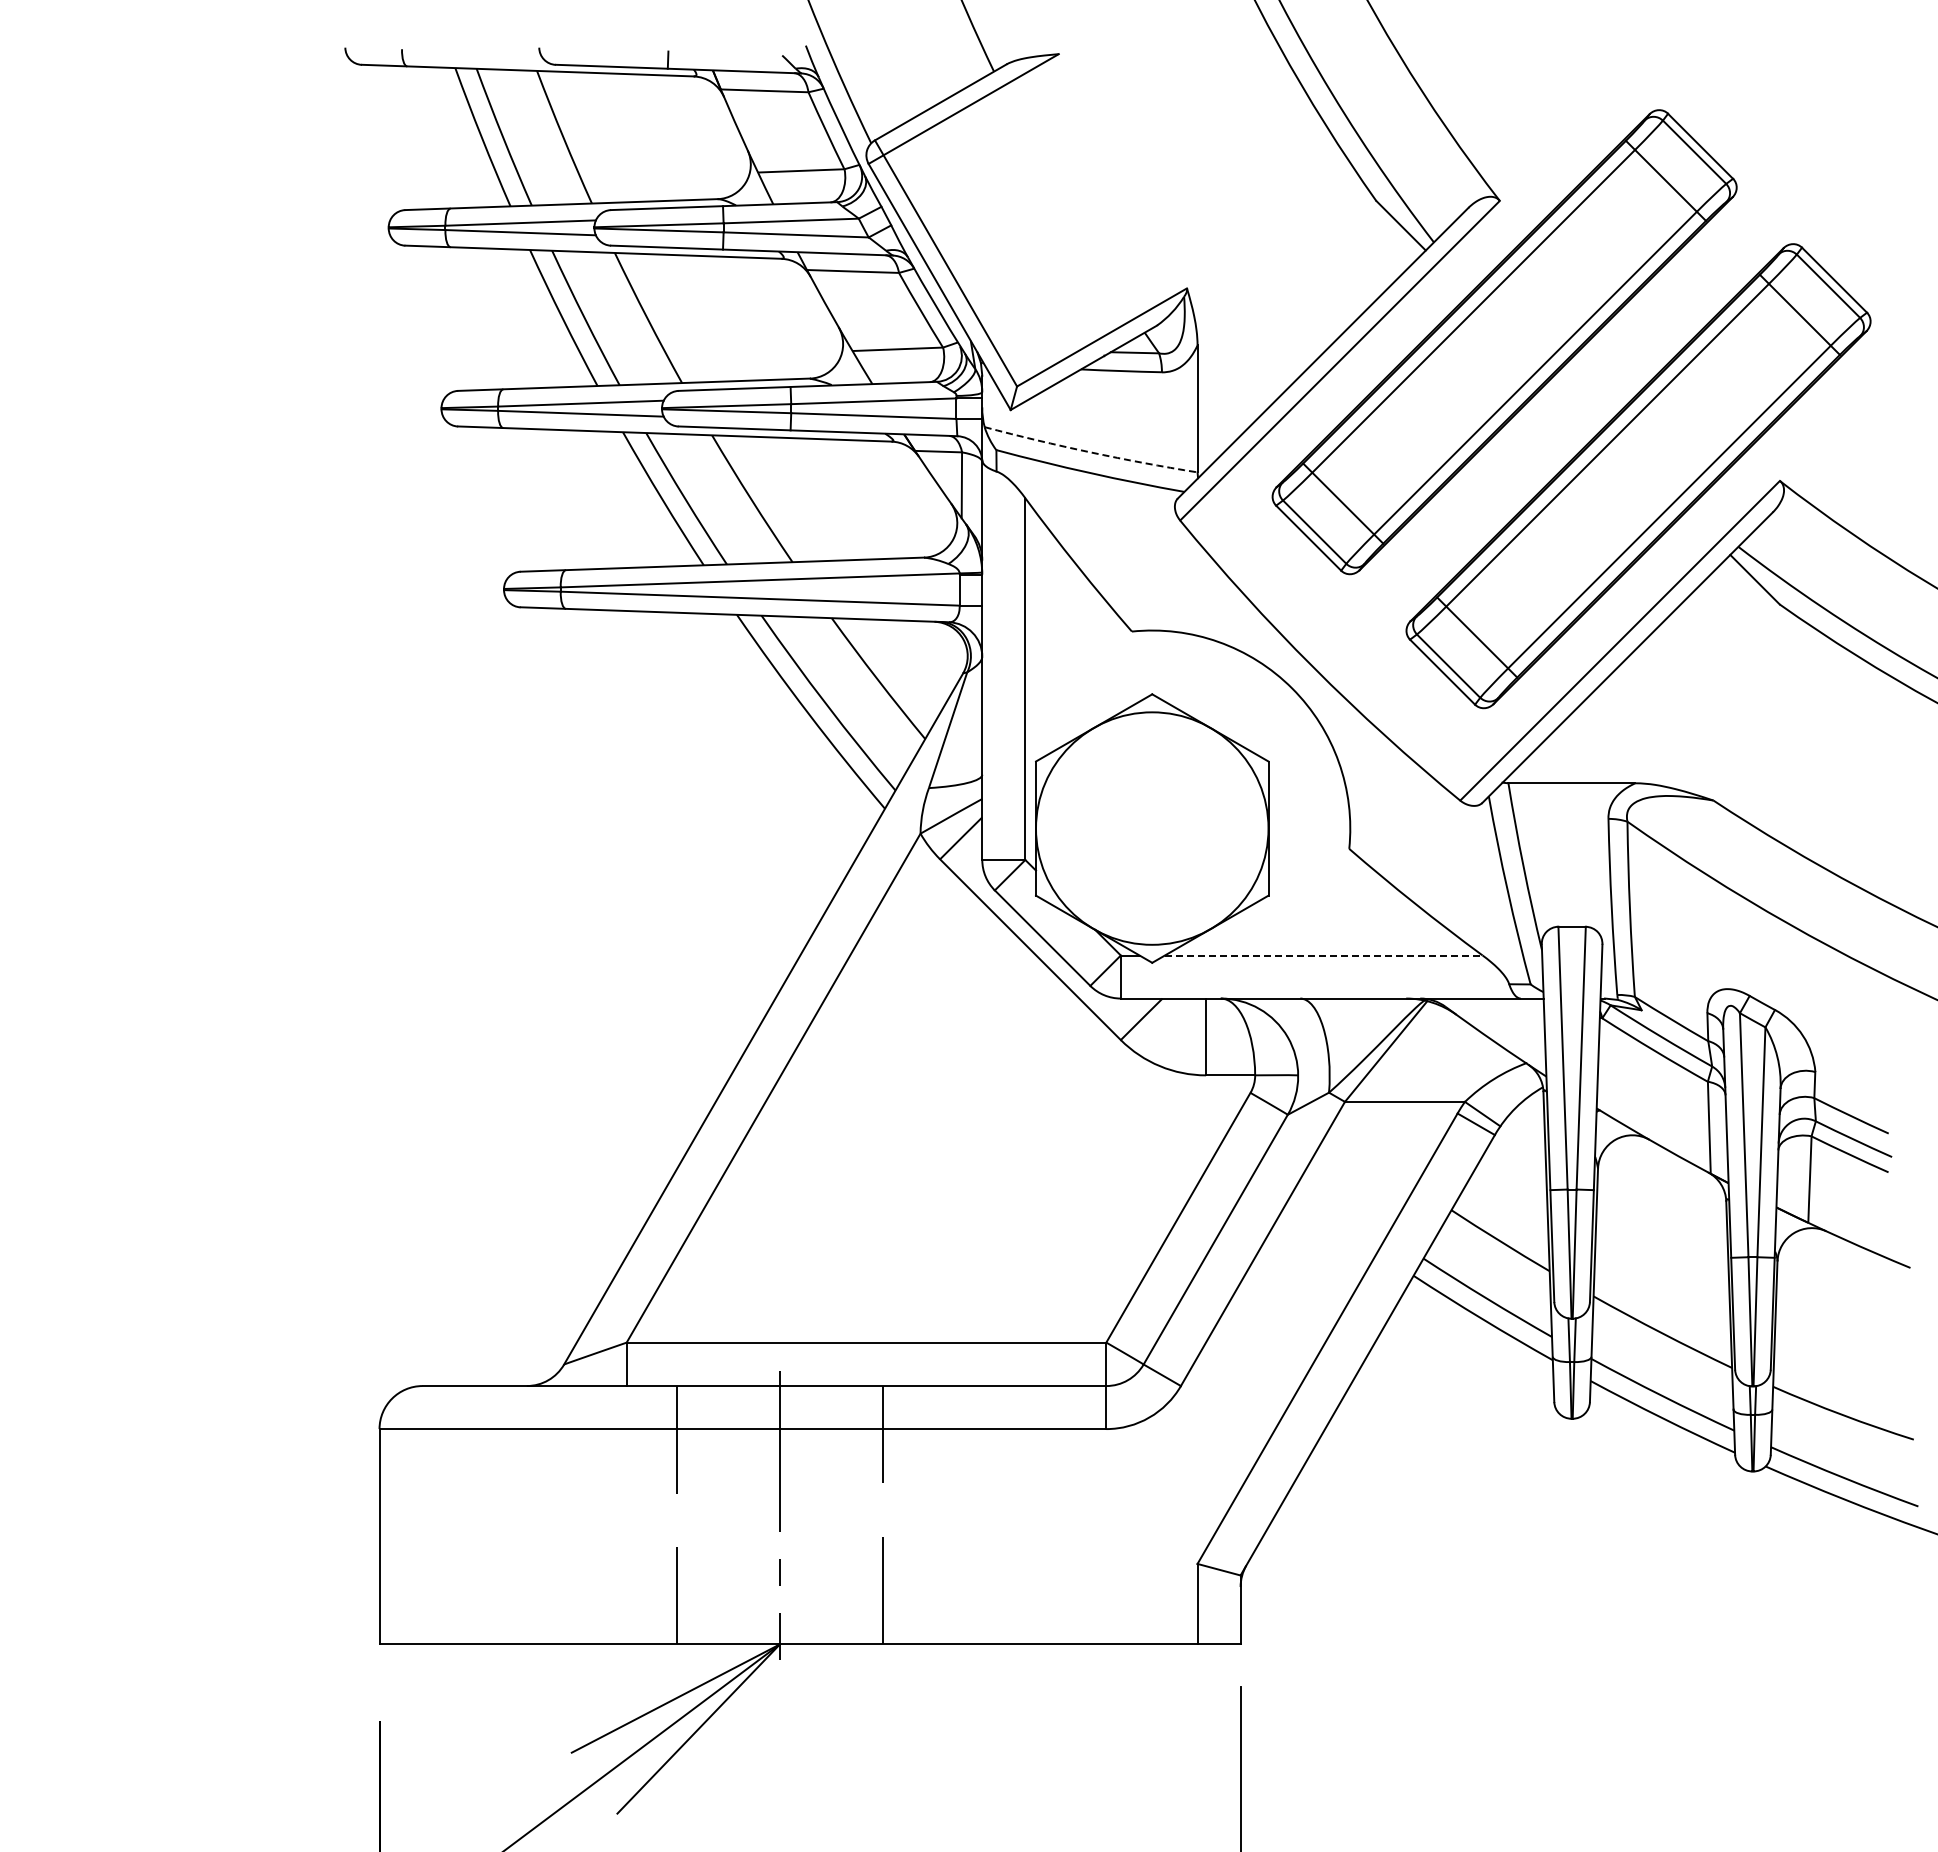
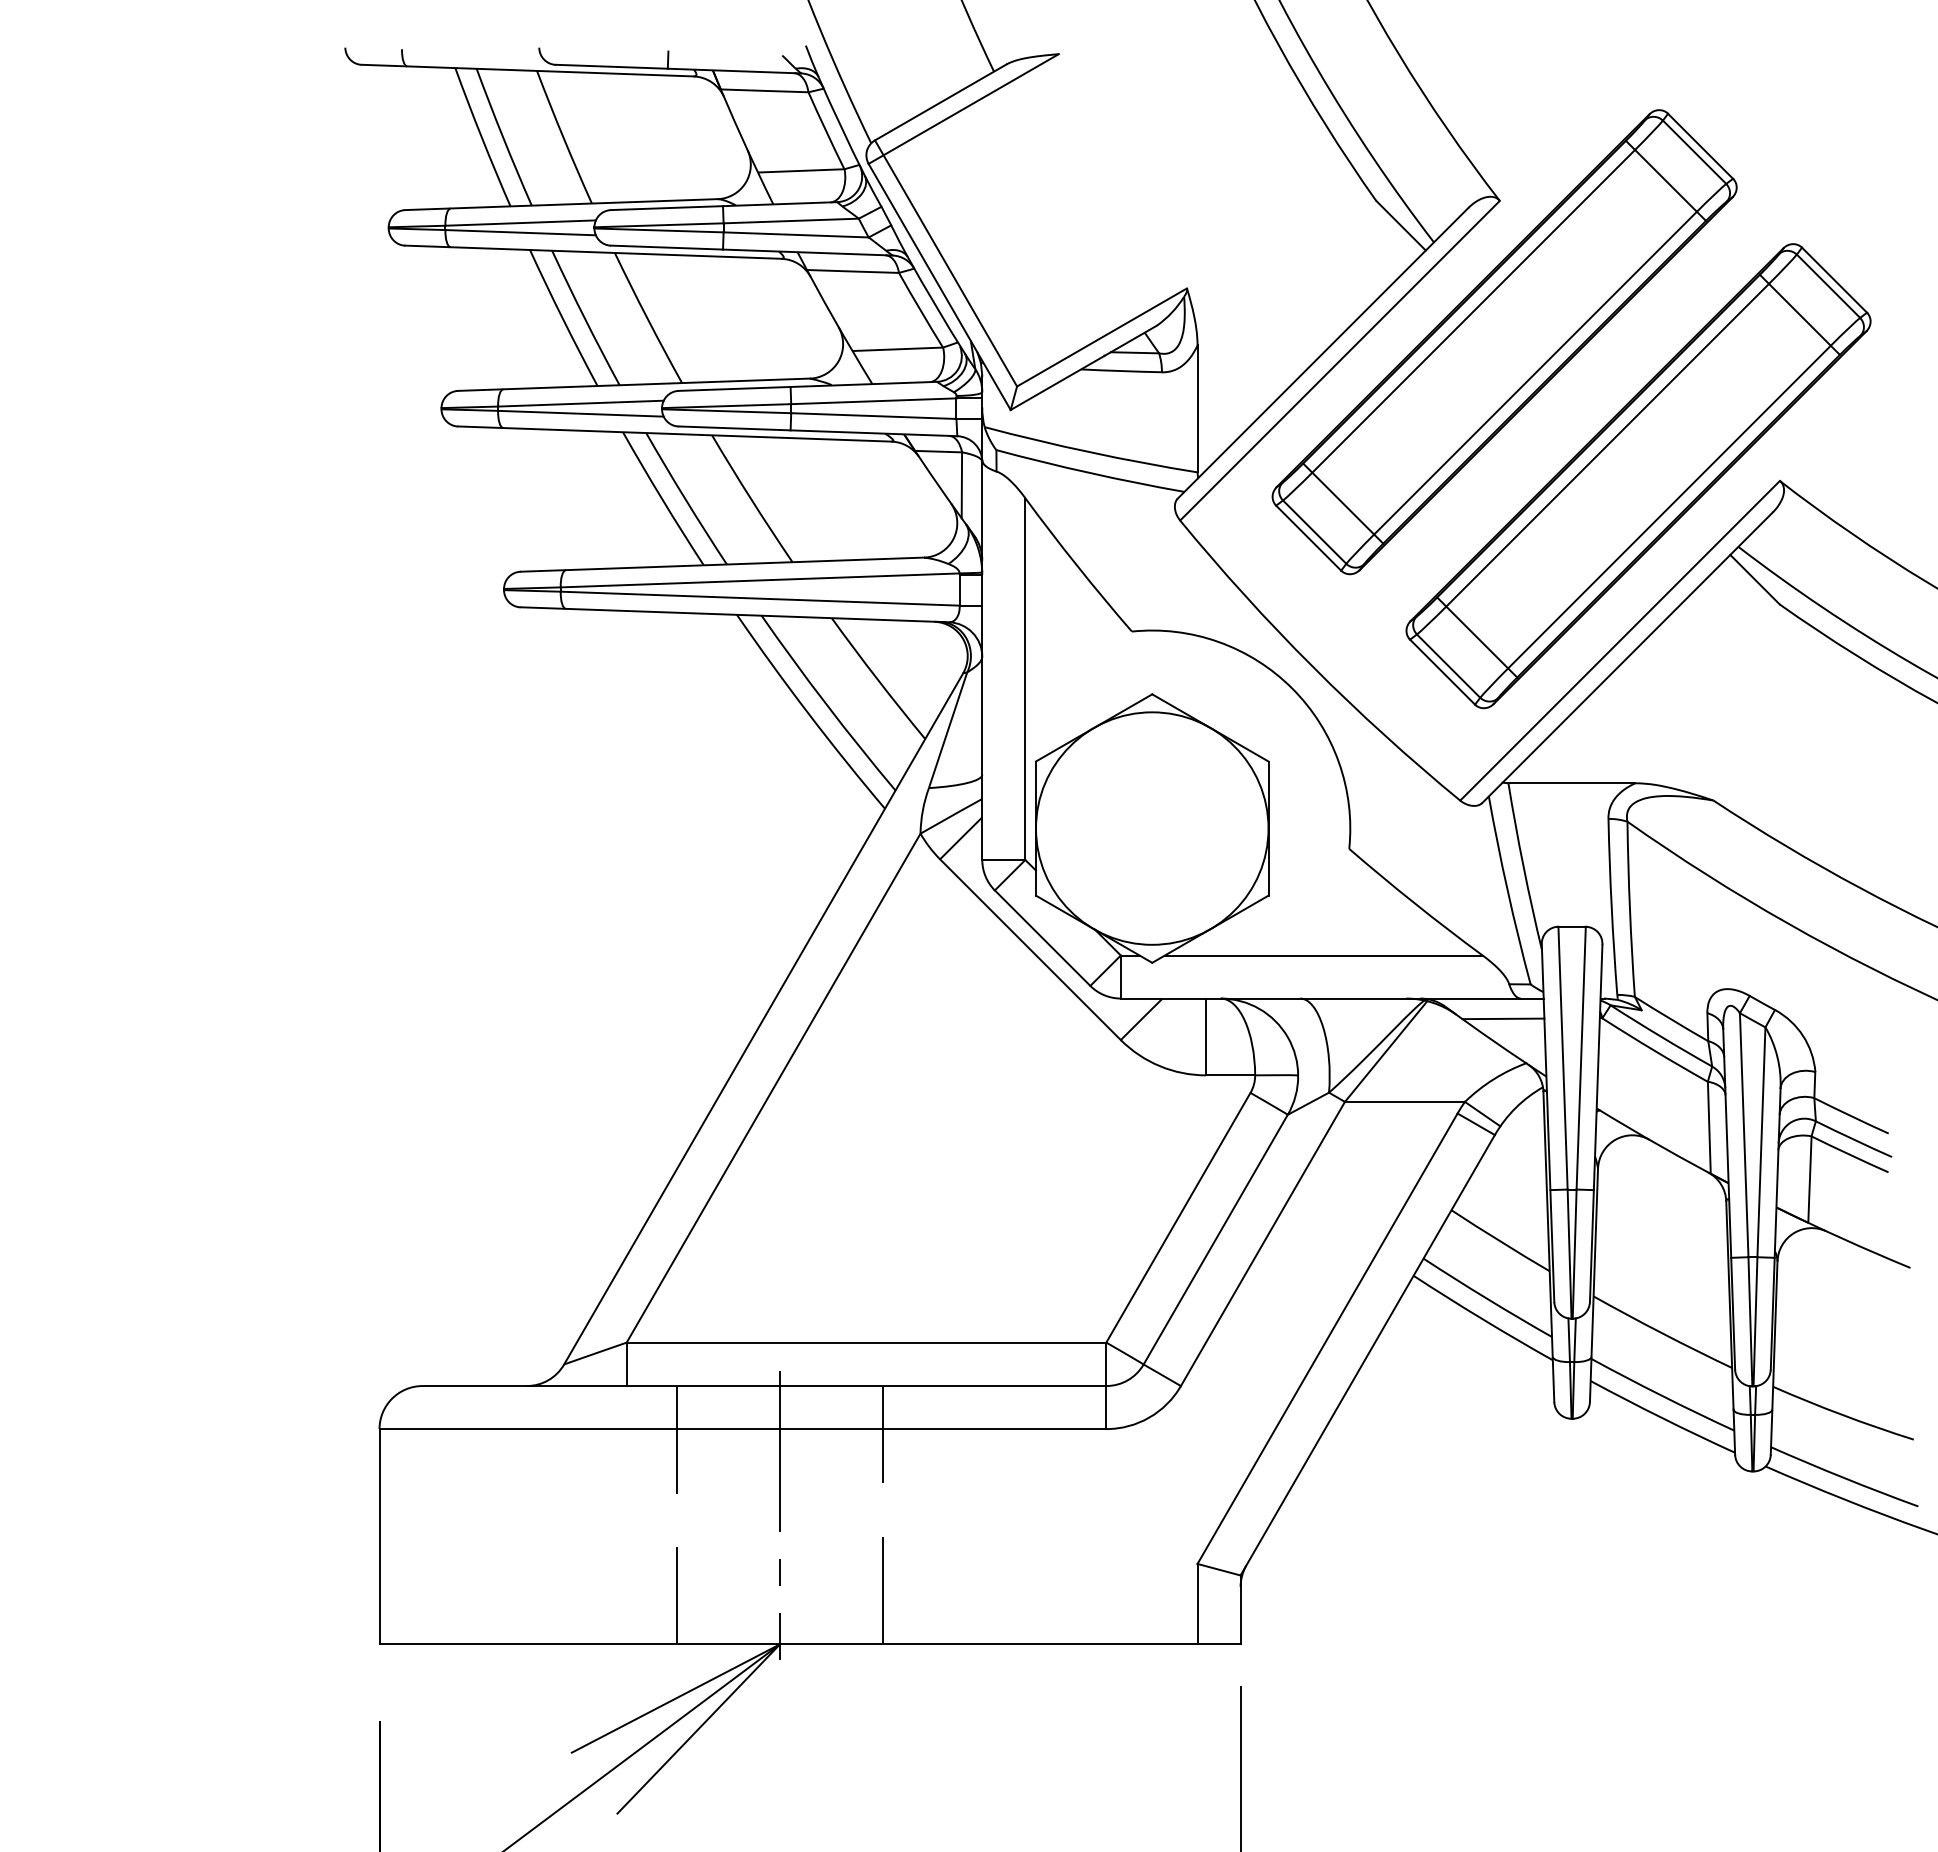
arc at (1090, 452): dashed -> solid
line at (1323, 955): dashed -> solid
line at (1503, 1018): none -> present
